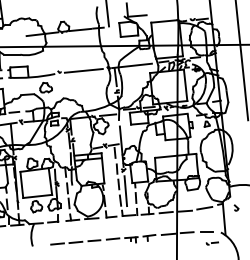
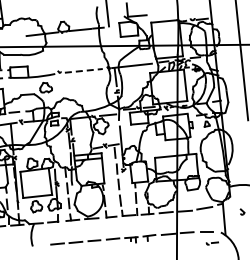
line at (84, 70): solid -> dashed
line at (125, 191): present -> none
part at (236, 207) position: (236, 207) -> (242, 211)
